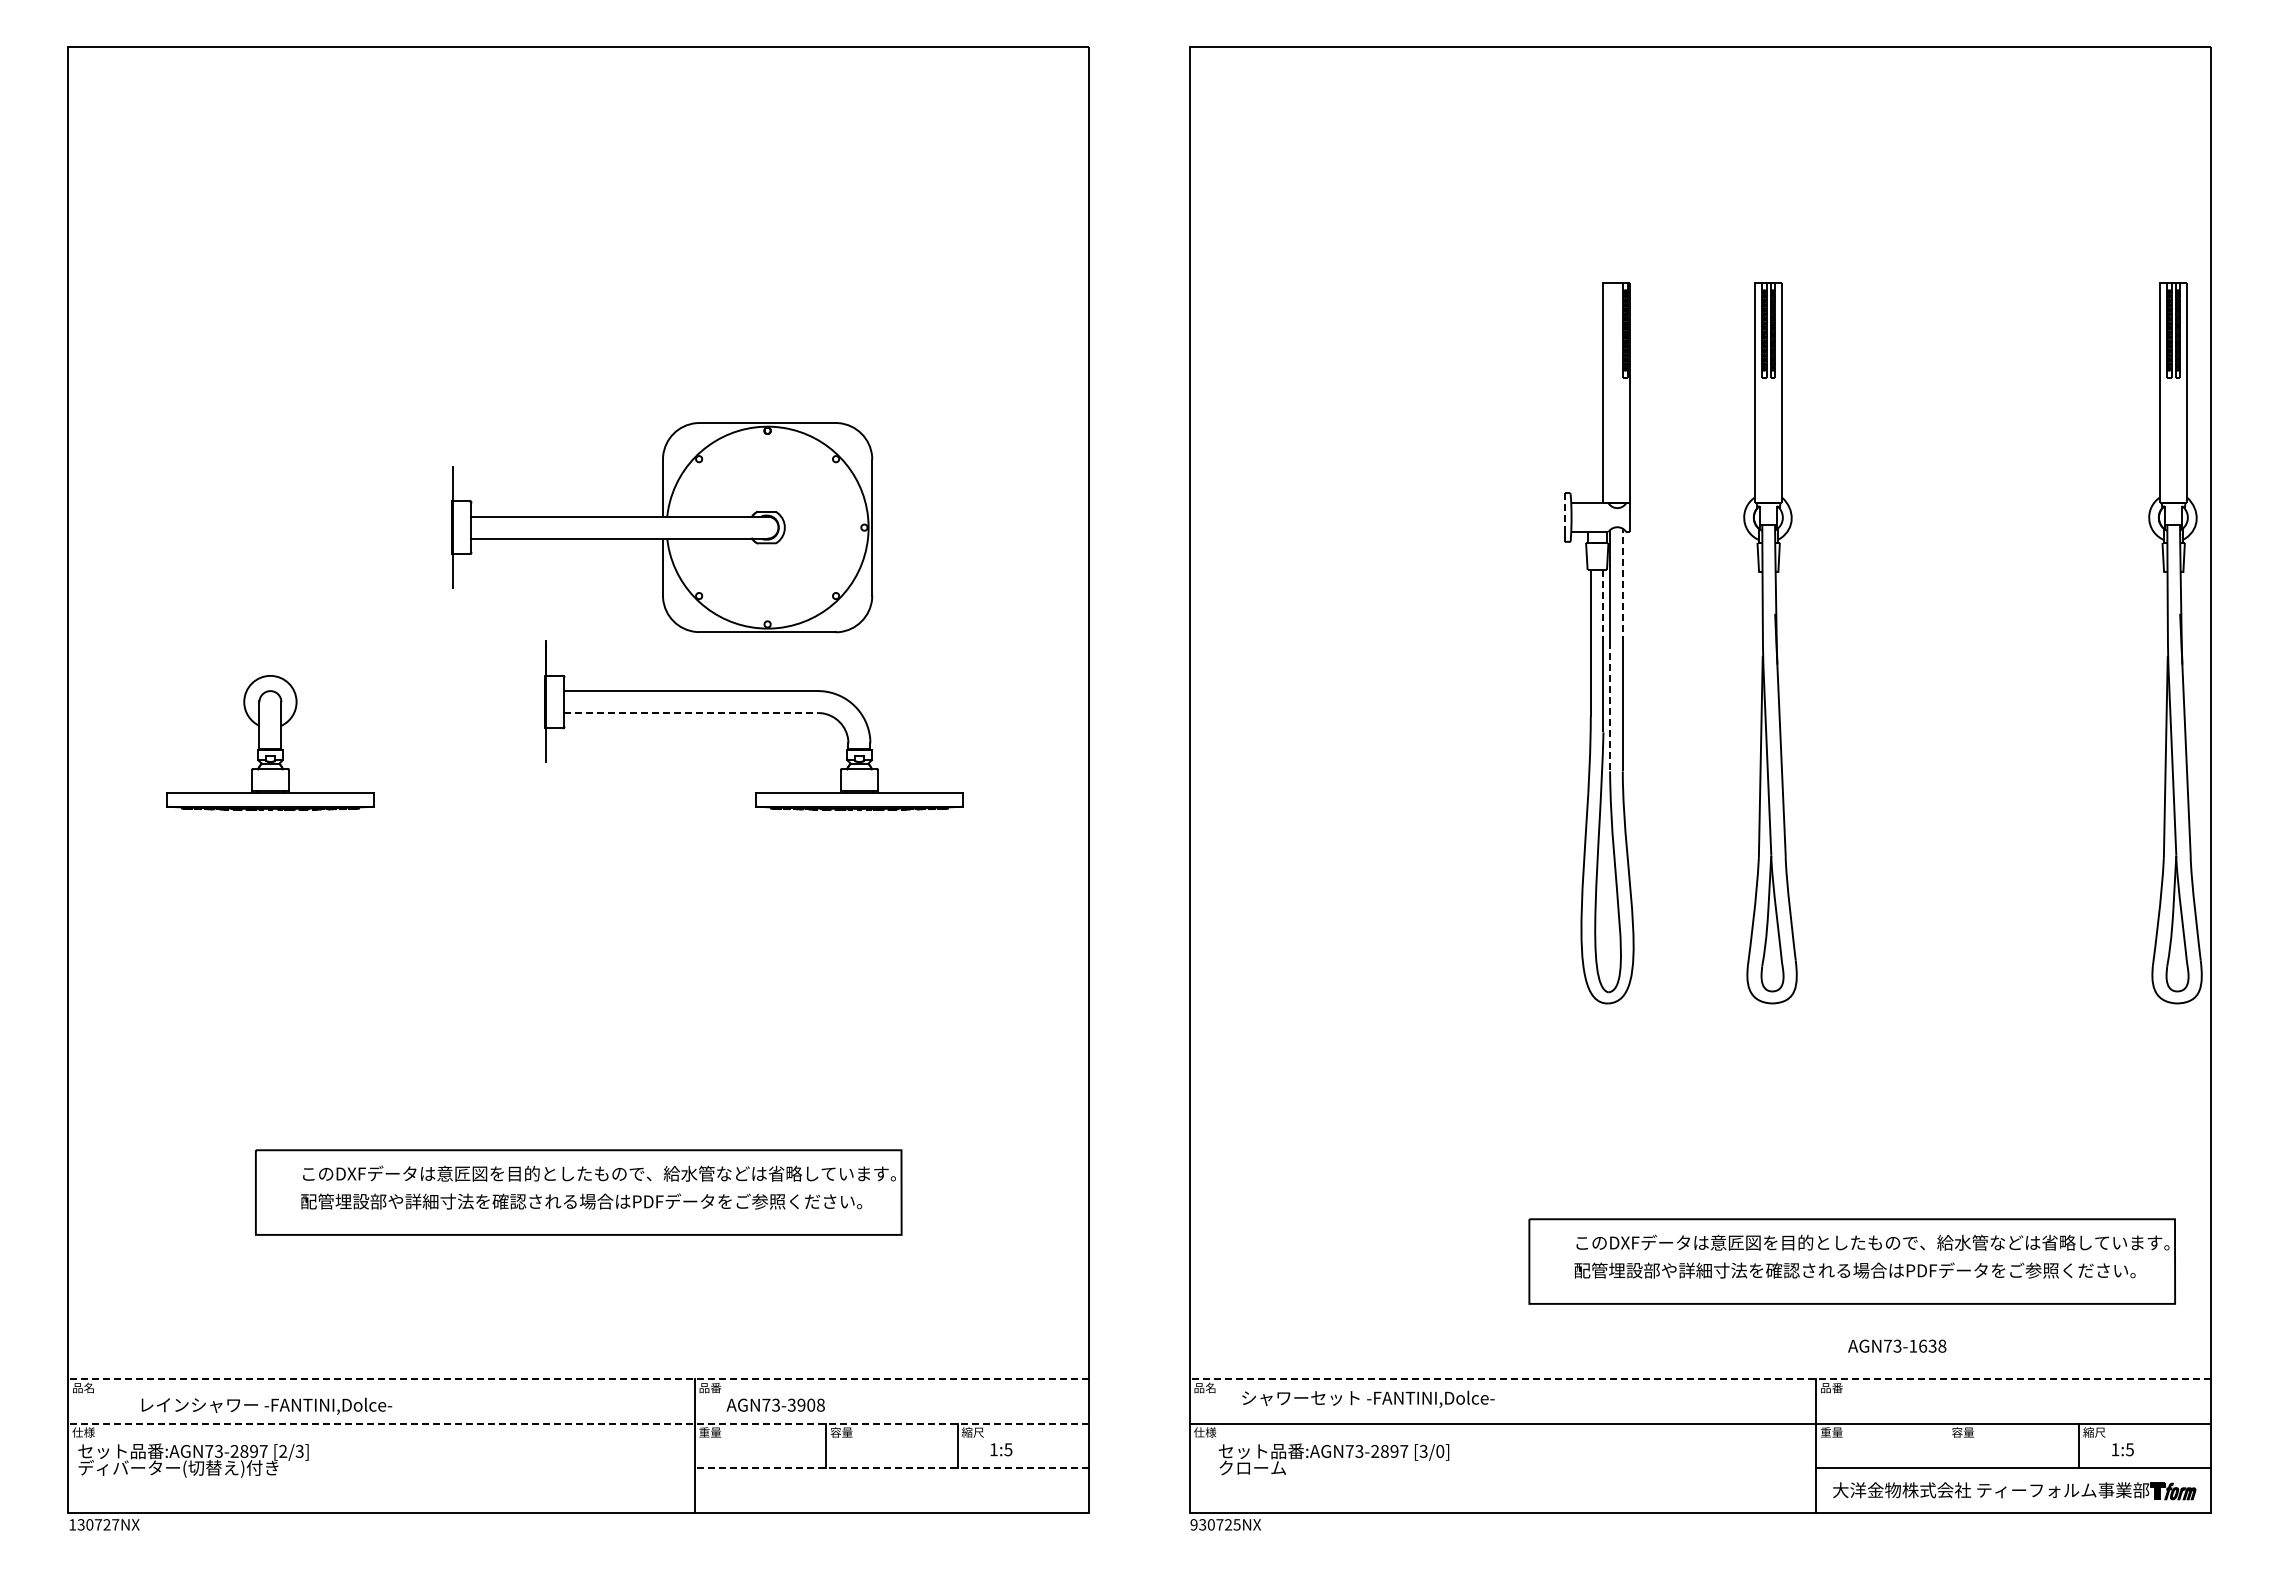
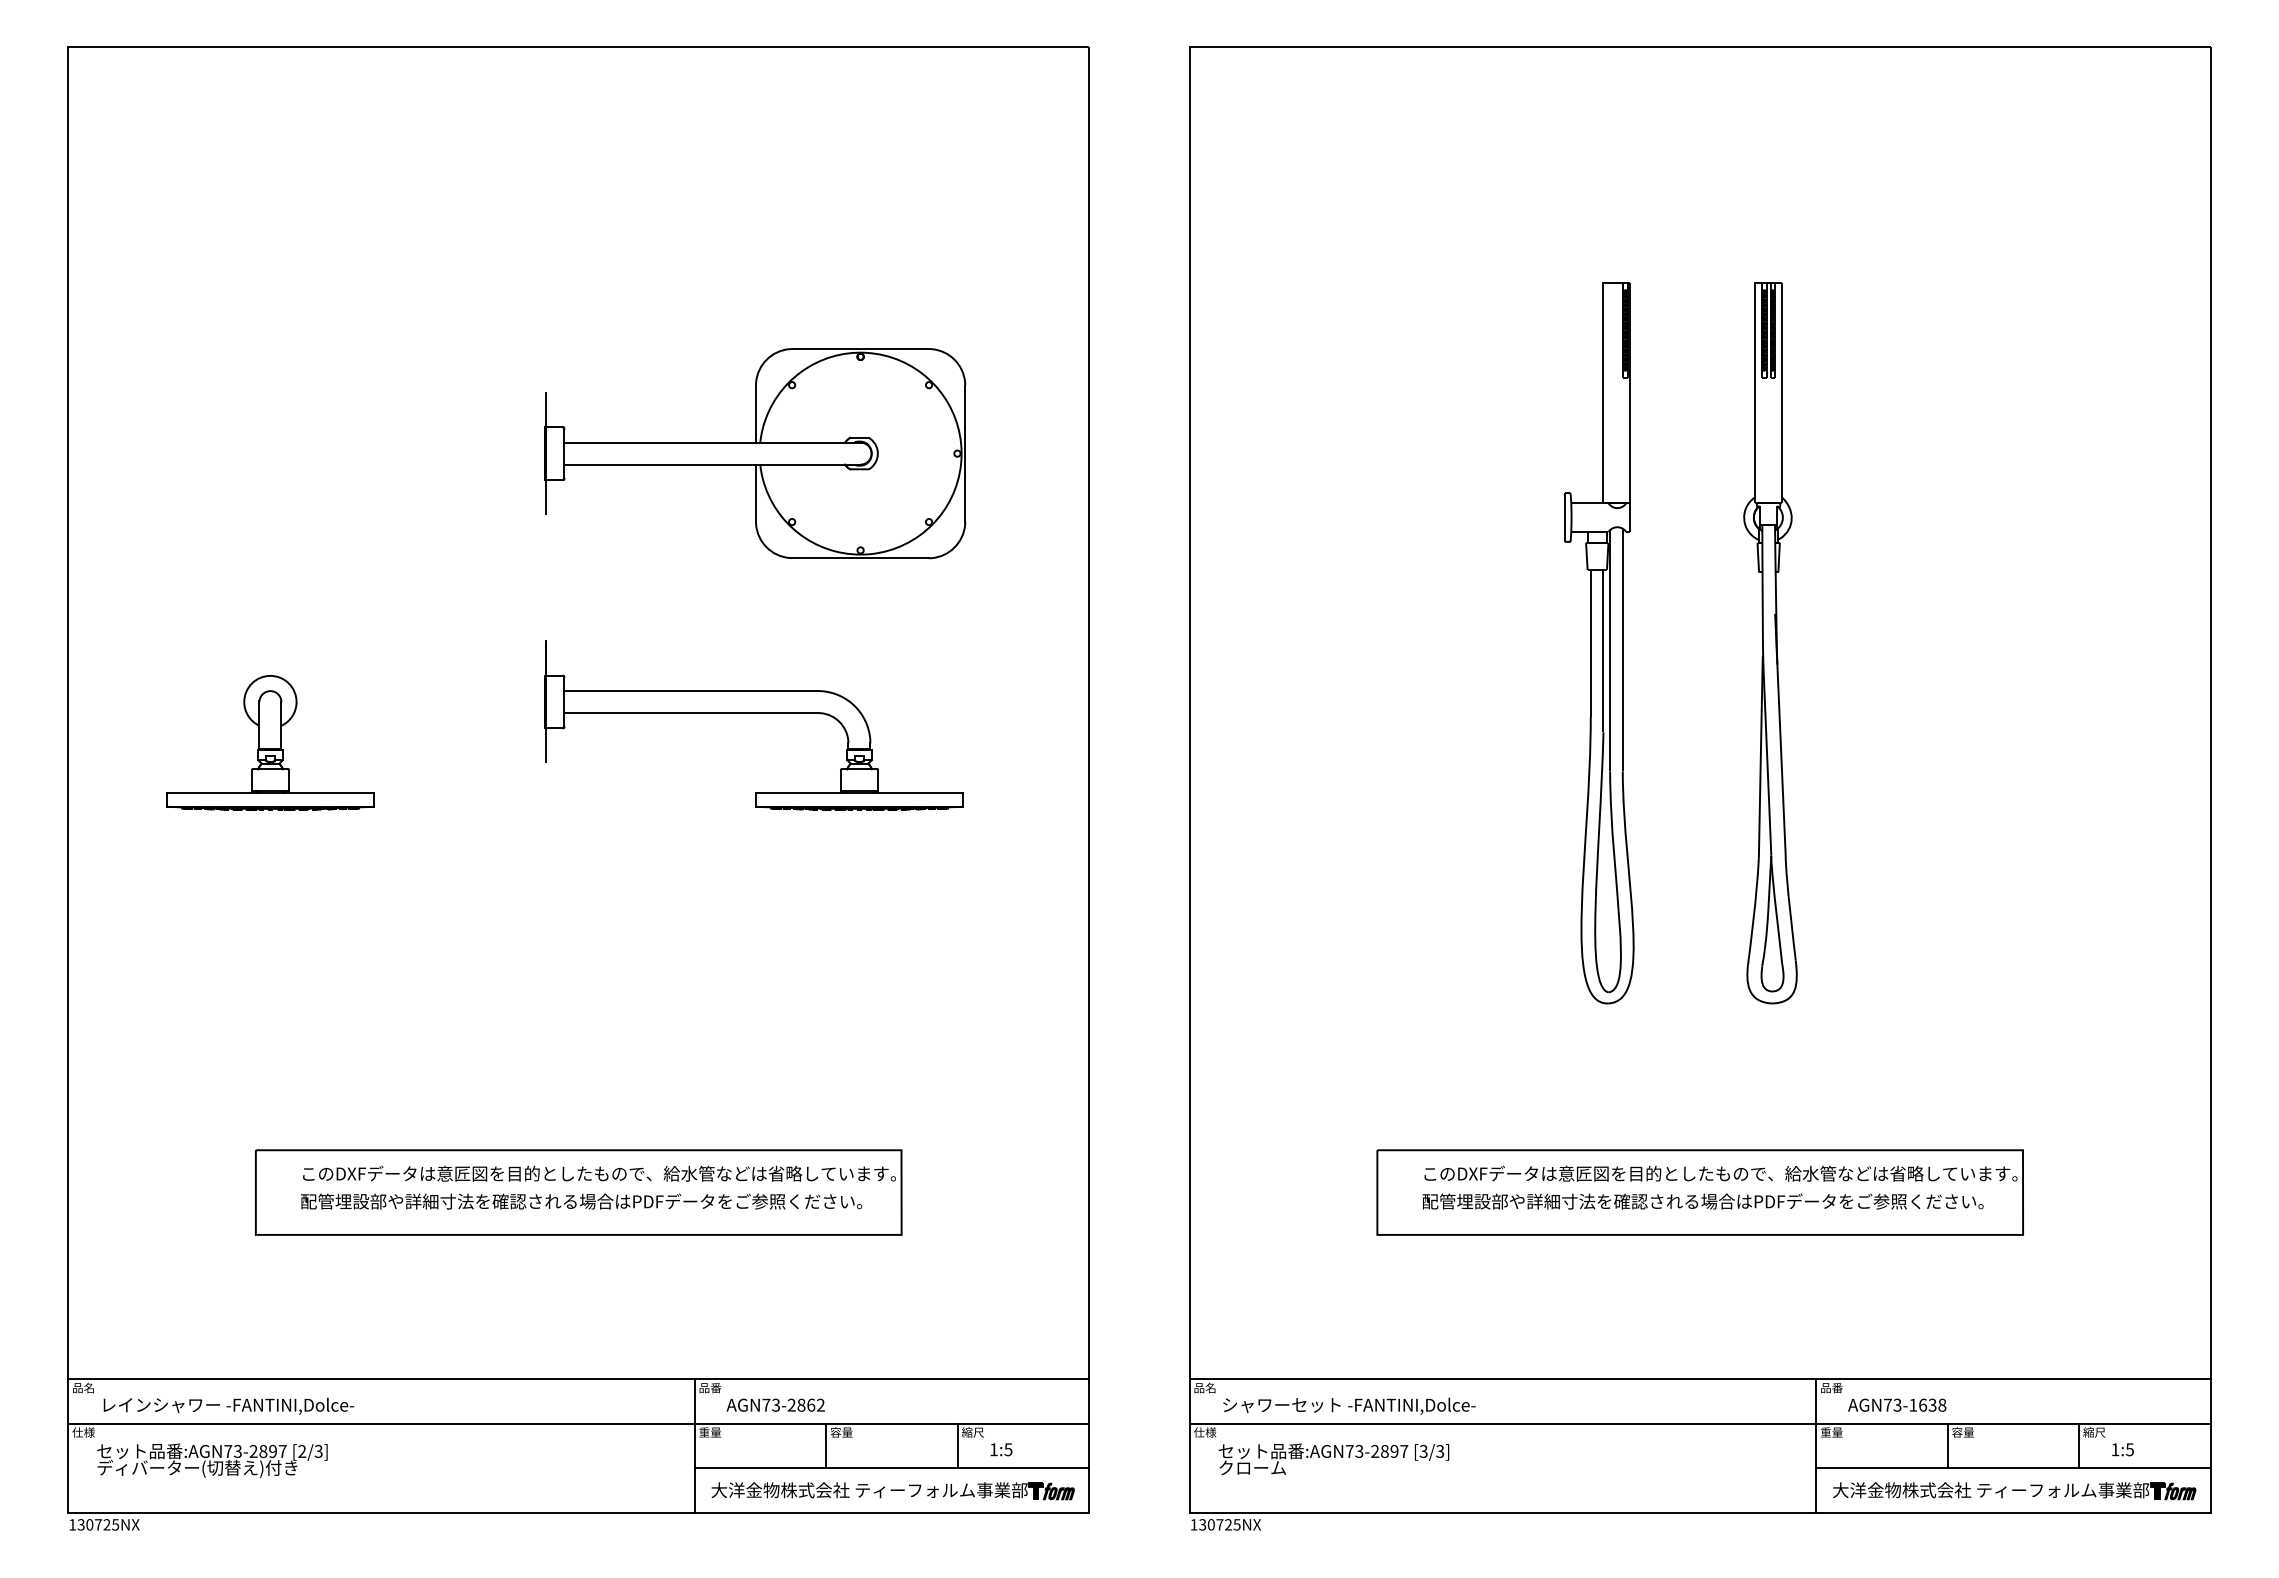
line at (1564, 511): dashed -> solid
part at (662, 527) position: (662, 527) -> (755, 453)
line at (1622, 585): dashed -> solid
line at (1603, 605): dashed -> solid
part at (2175, 643): present -> none
line at (1610, 706): dashed -> solid
line at (691, 713): dashed -> solid
part at (1851, 1261) position: (1851, 1261) -> (1699, 1192)
text at (1897, 1345) position: (1897, 1345) -> (1897, 1404)
line at (578, 1379): dashed -> solid
line at (1699, 1379): dashed -> solid
text at (1368, 1398) position: (1368, 1398) -> (1349, 1405)
text at (805, 1404): AGN73-3908 -> AGN73-2862
text at (266, 1405) position: (266, 1405) -> (228, 1405)
line at (578, 1423): dashed -> solid
line at (1947, 1445): none -> present
text at (1440, 1451): [3/0] -> [3/3]
text at (193, 1460) position: (193, 1460) -> (212, 1460)
line at (891, 1468): dashed -> solid
part at (892, 1491): none -> present
text at (115, 1524): 130727NX -> 130725NX
text at (1193, 1524): 930725NX -> 130725NX
